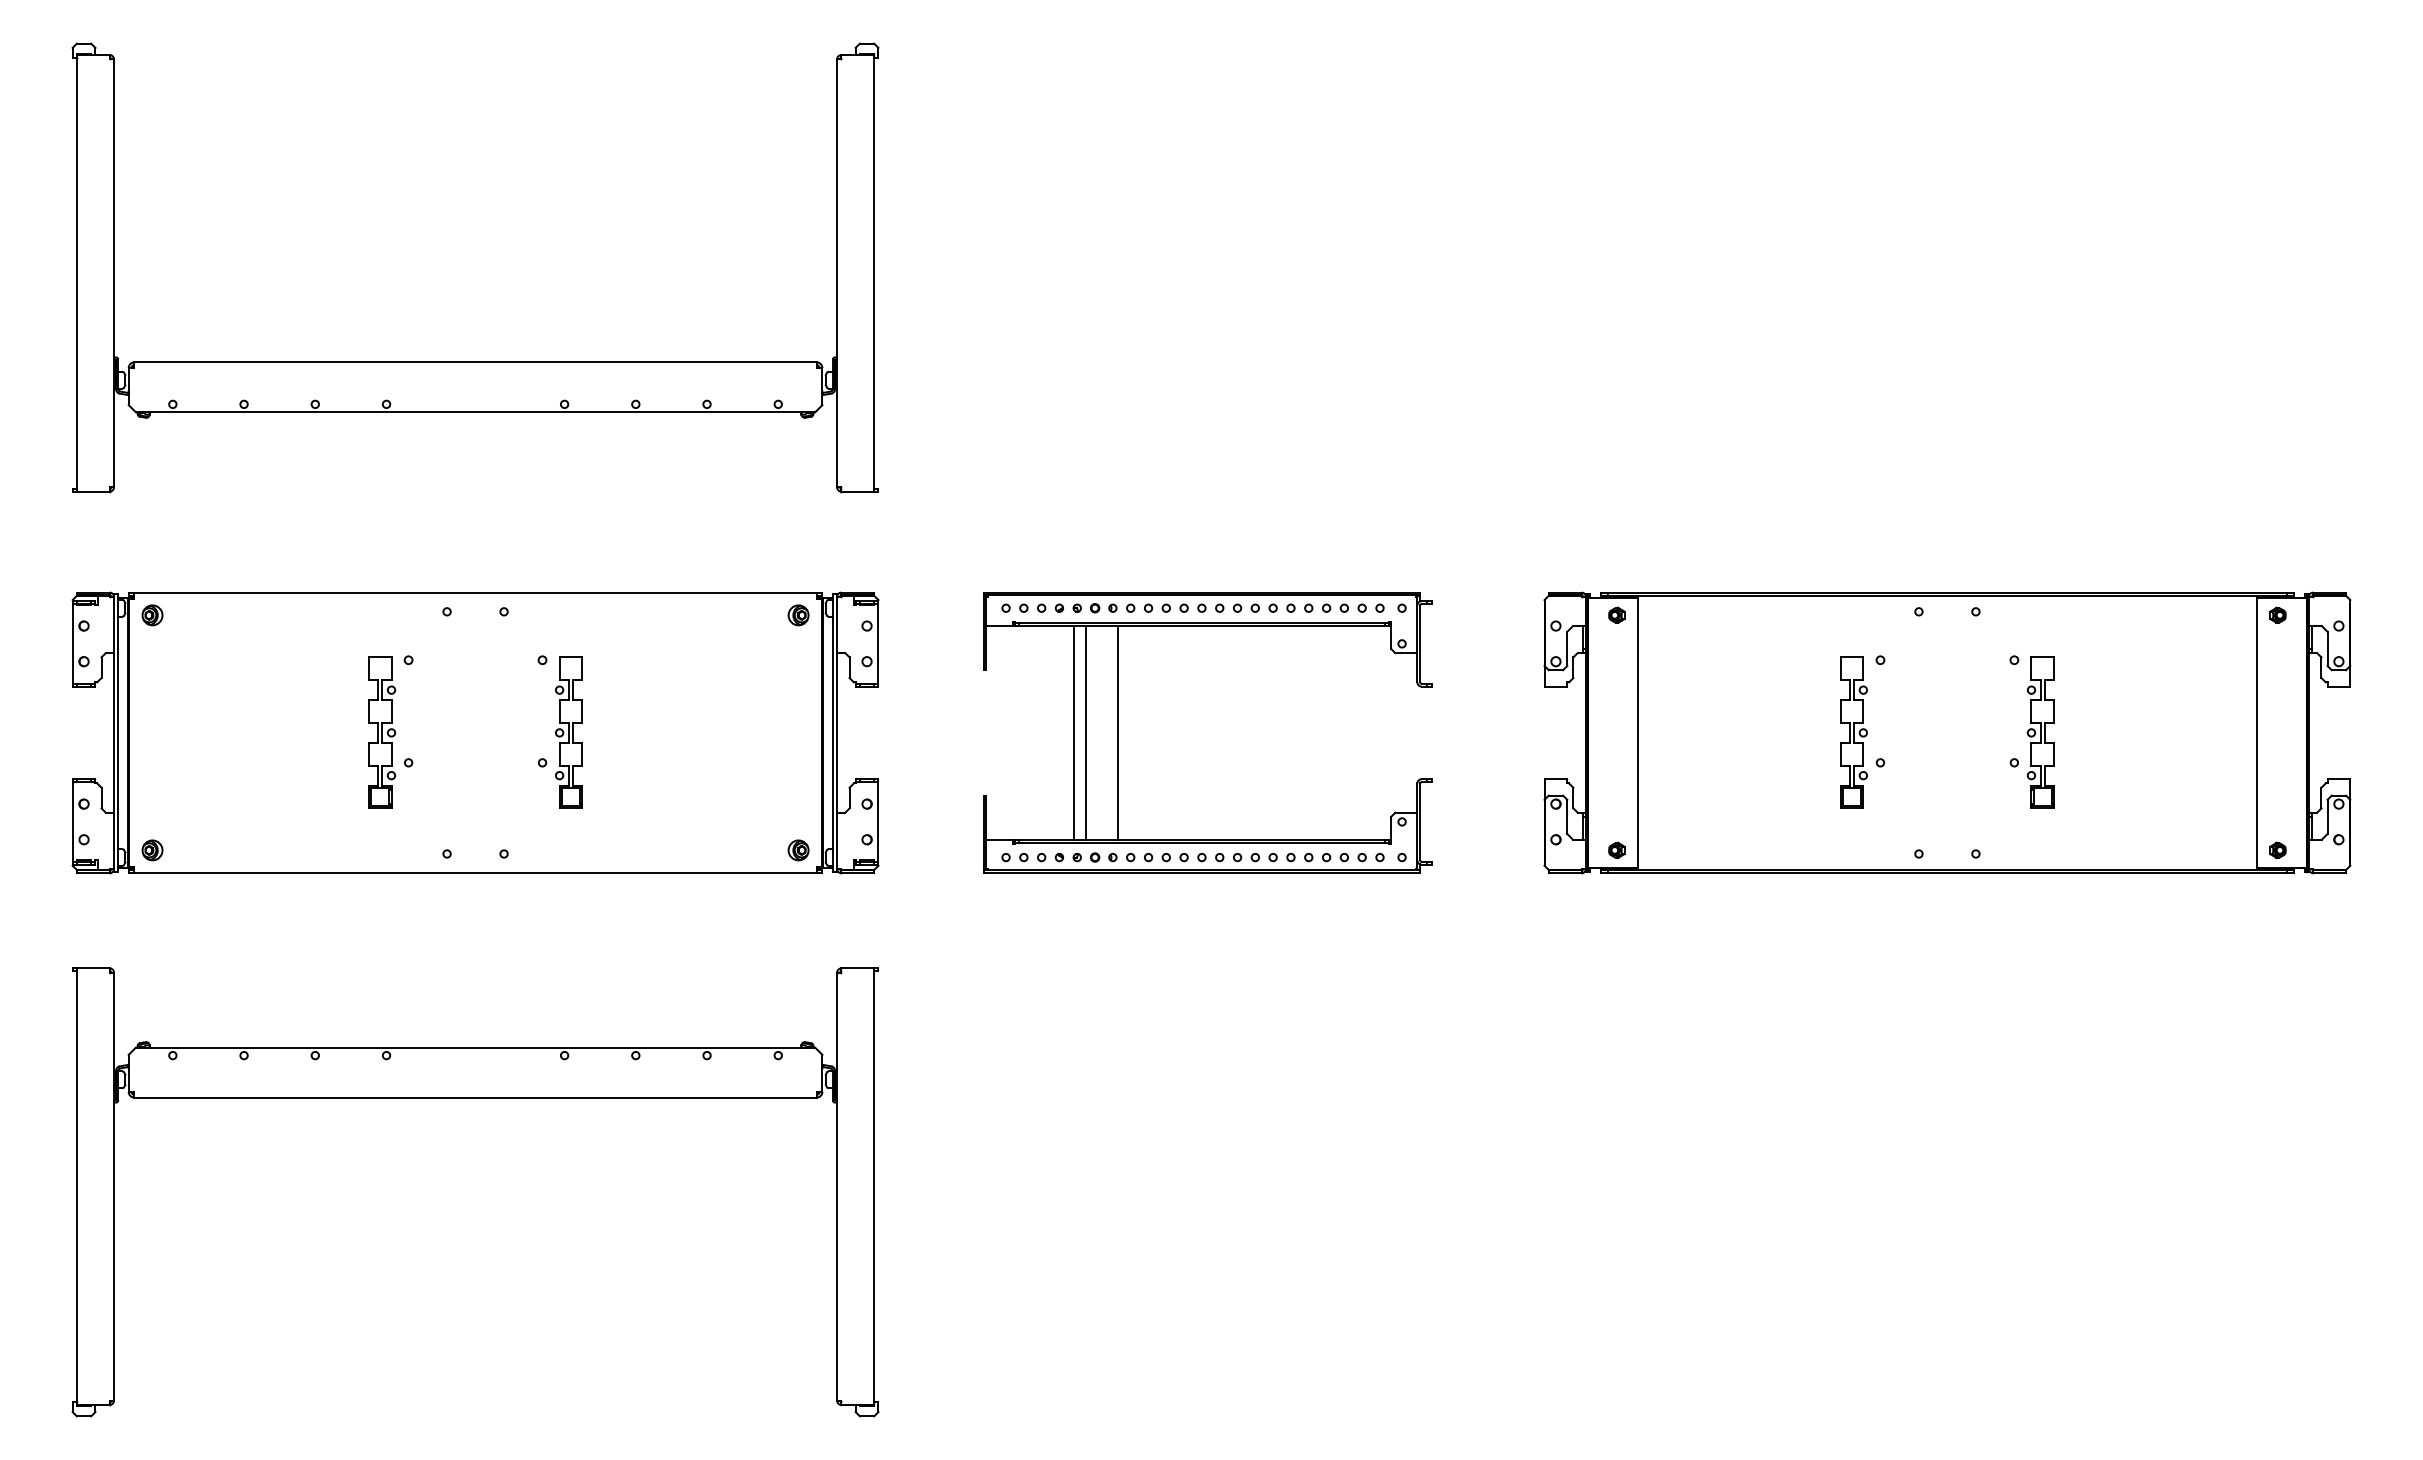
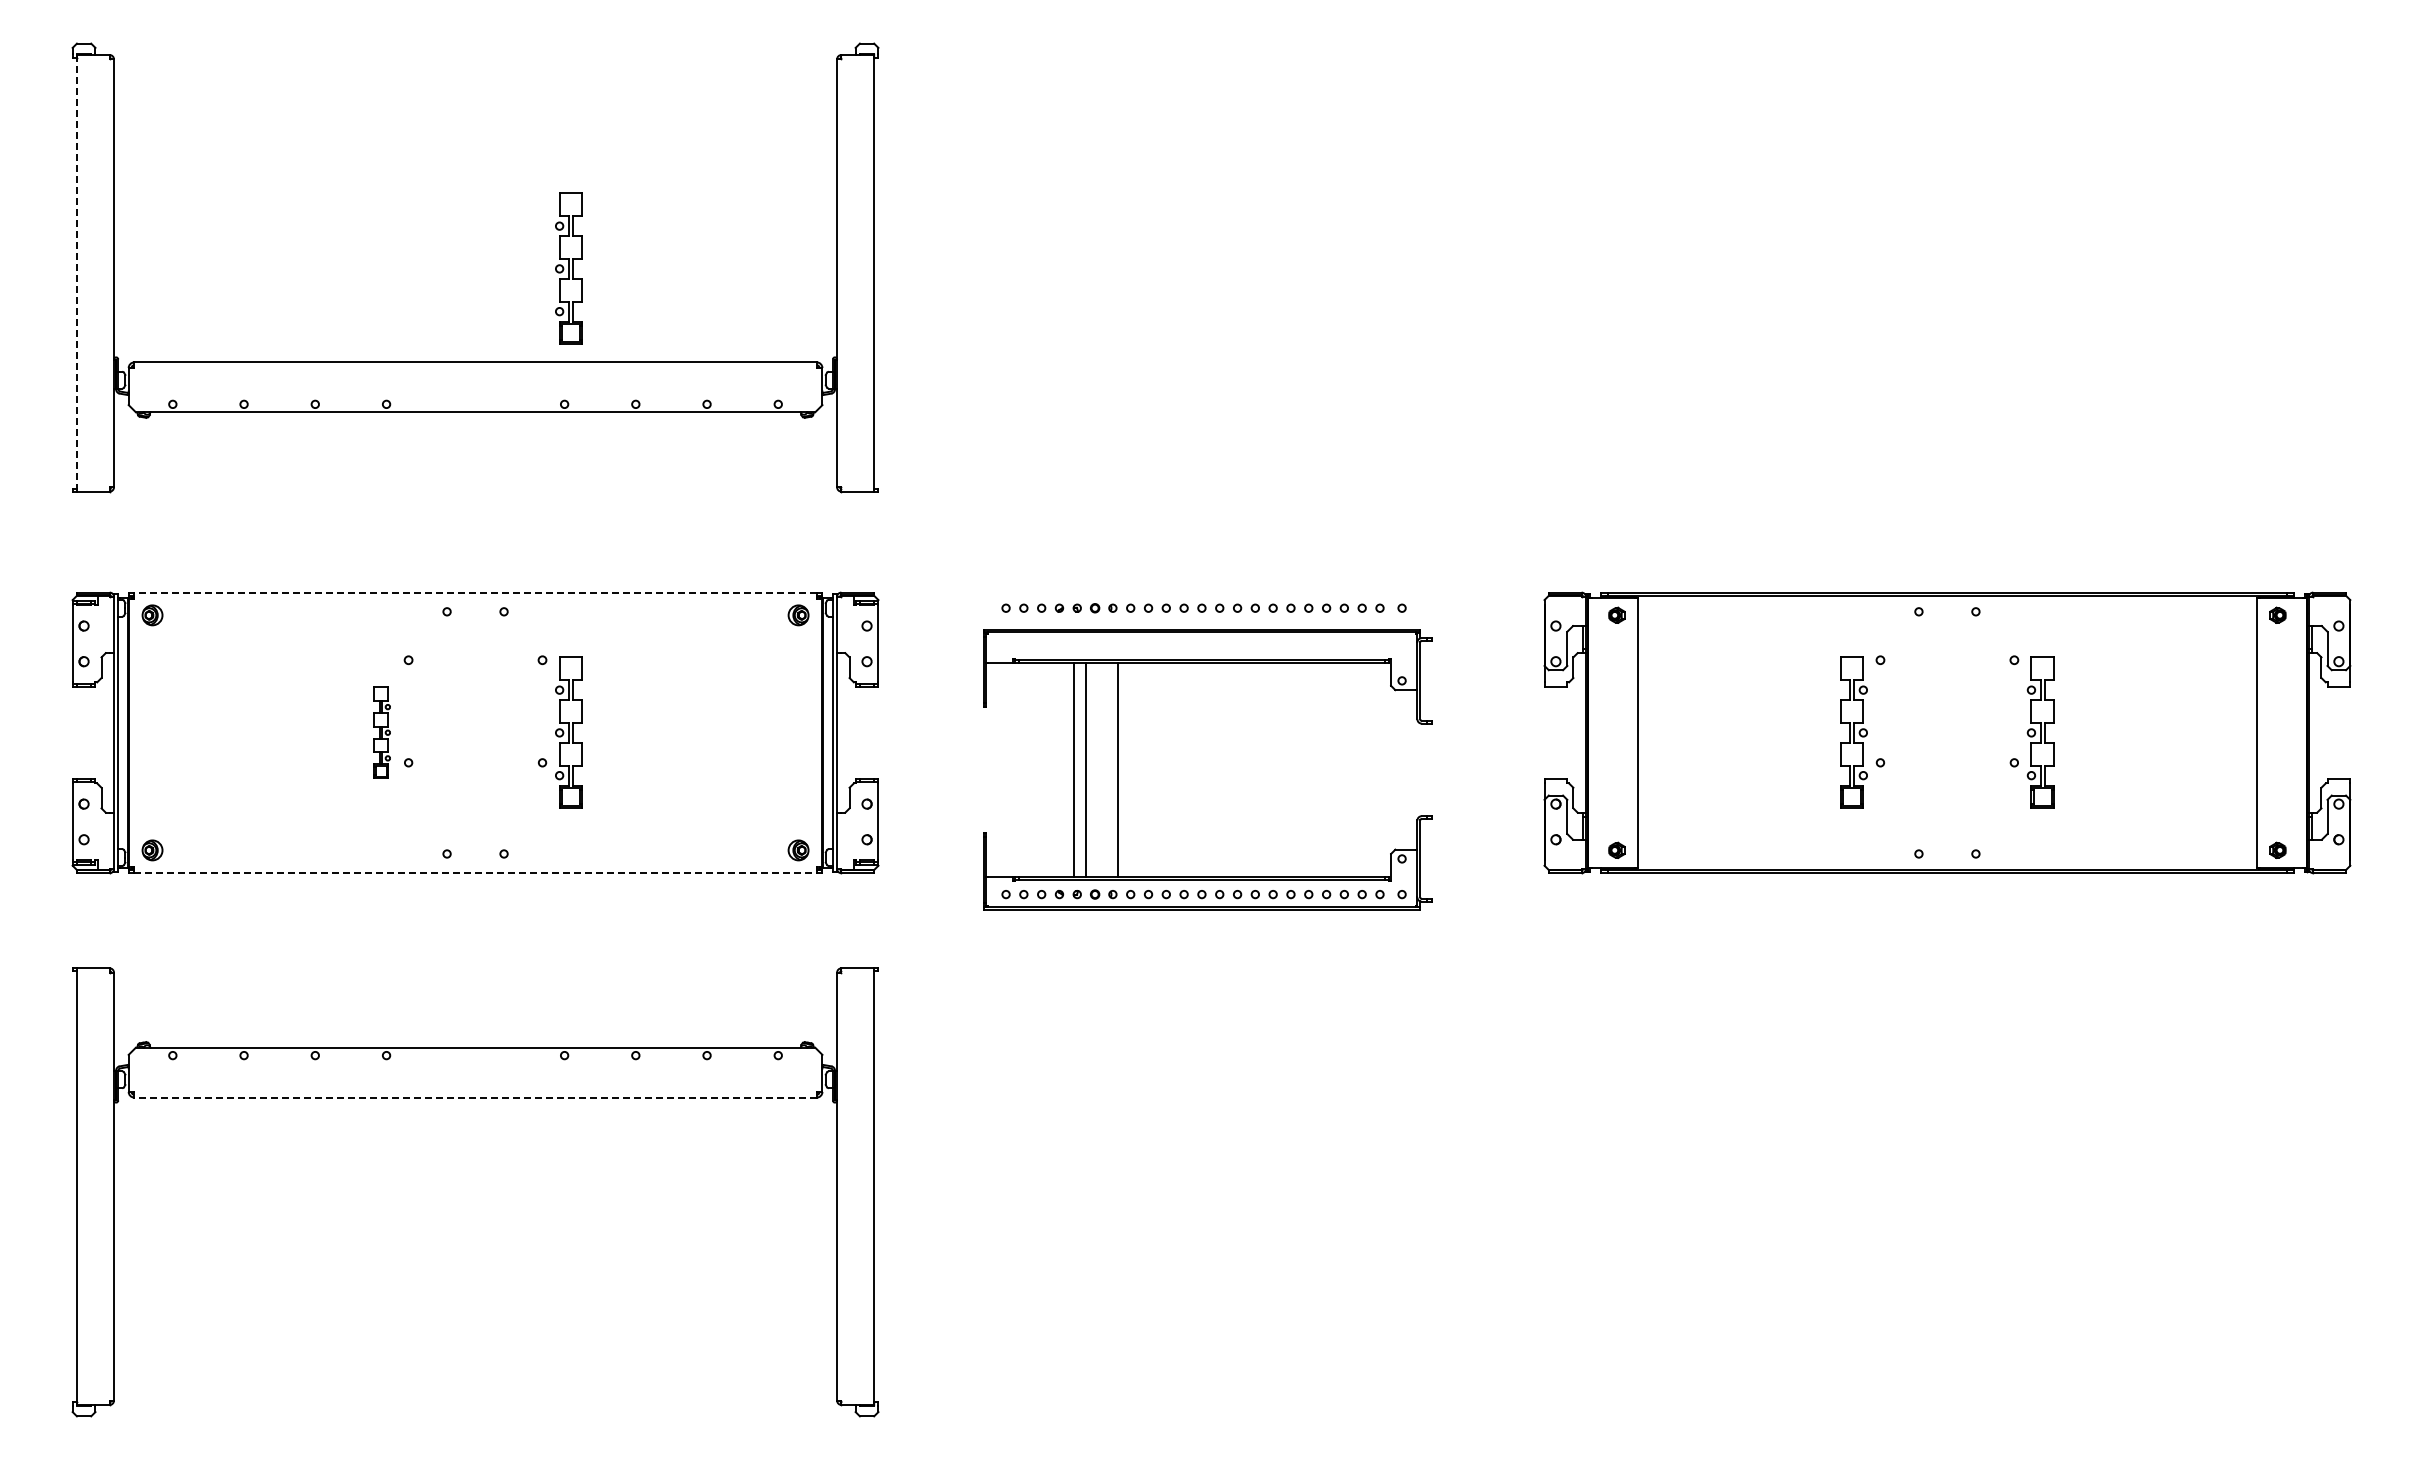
part at (568, 268): none -> present
line at (76, 273): solid -> dashed
line at (475, 593): solid -> dashed
part at (382, 732) size: 29x153 px -> 18x93 px
part at (1118, 732) position: (1118, 732) -> (1118, 769)
line at (476, 872): solid -> dashed
line at (475, 1097): solid -> dashed
